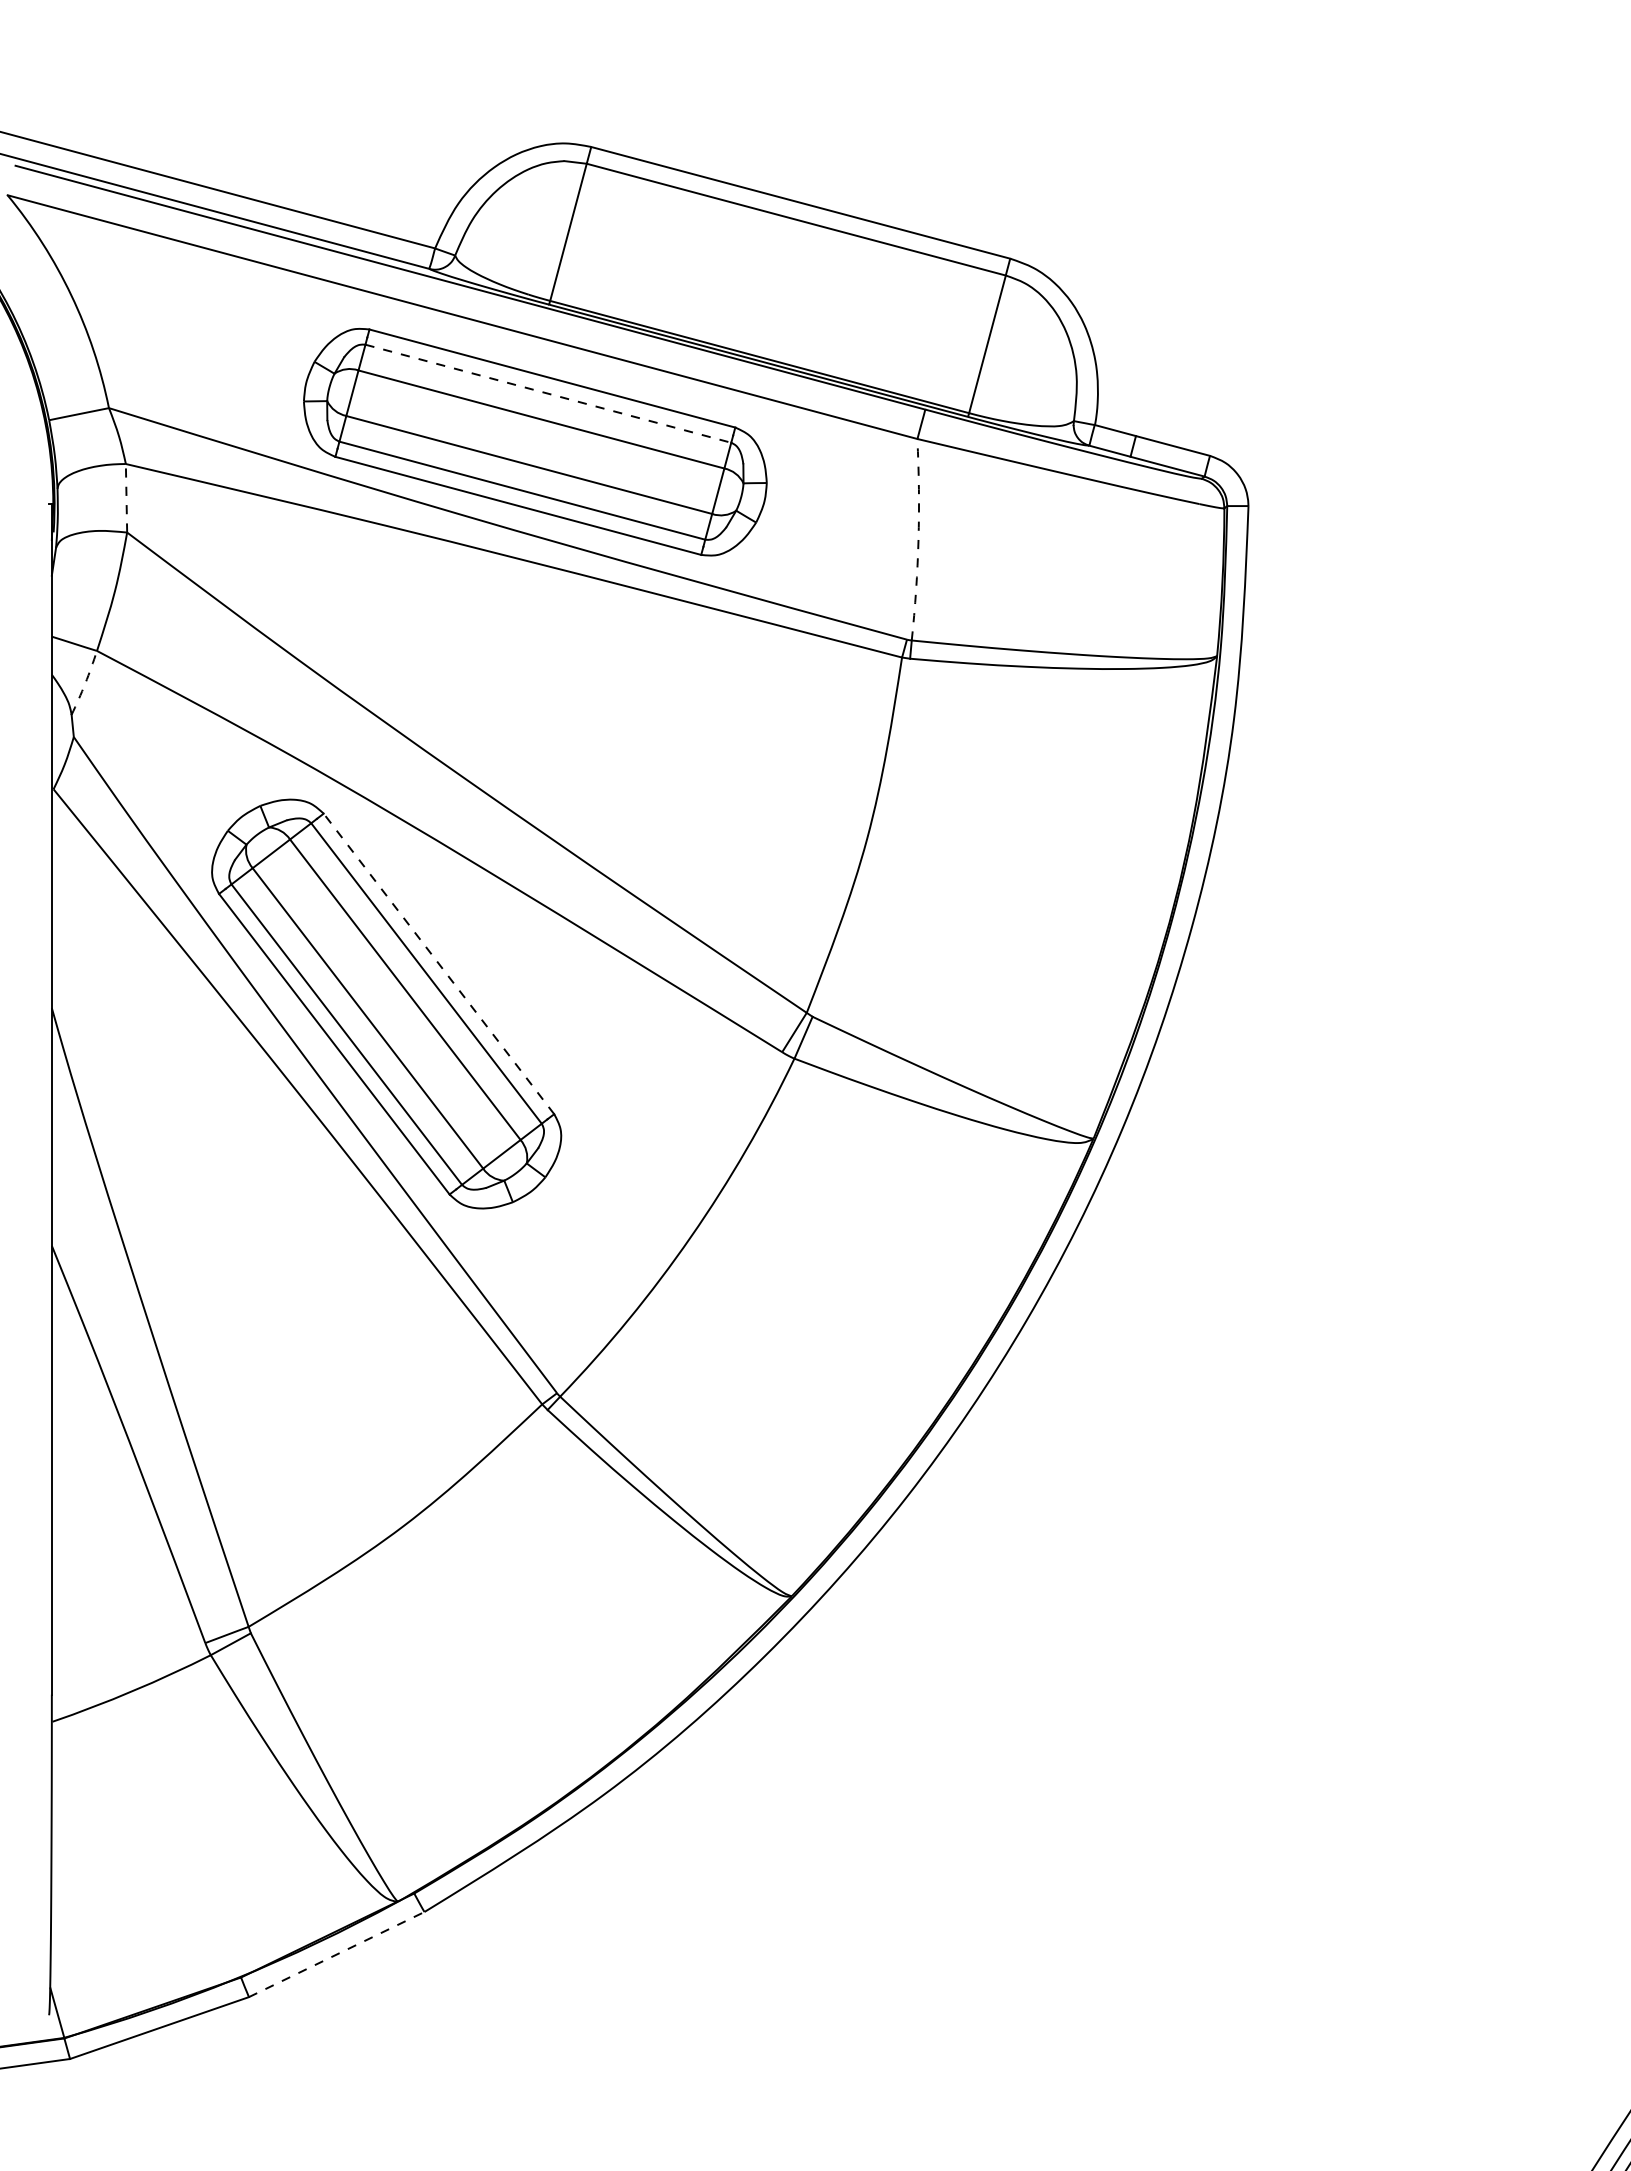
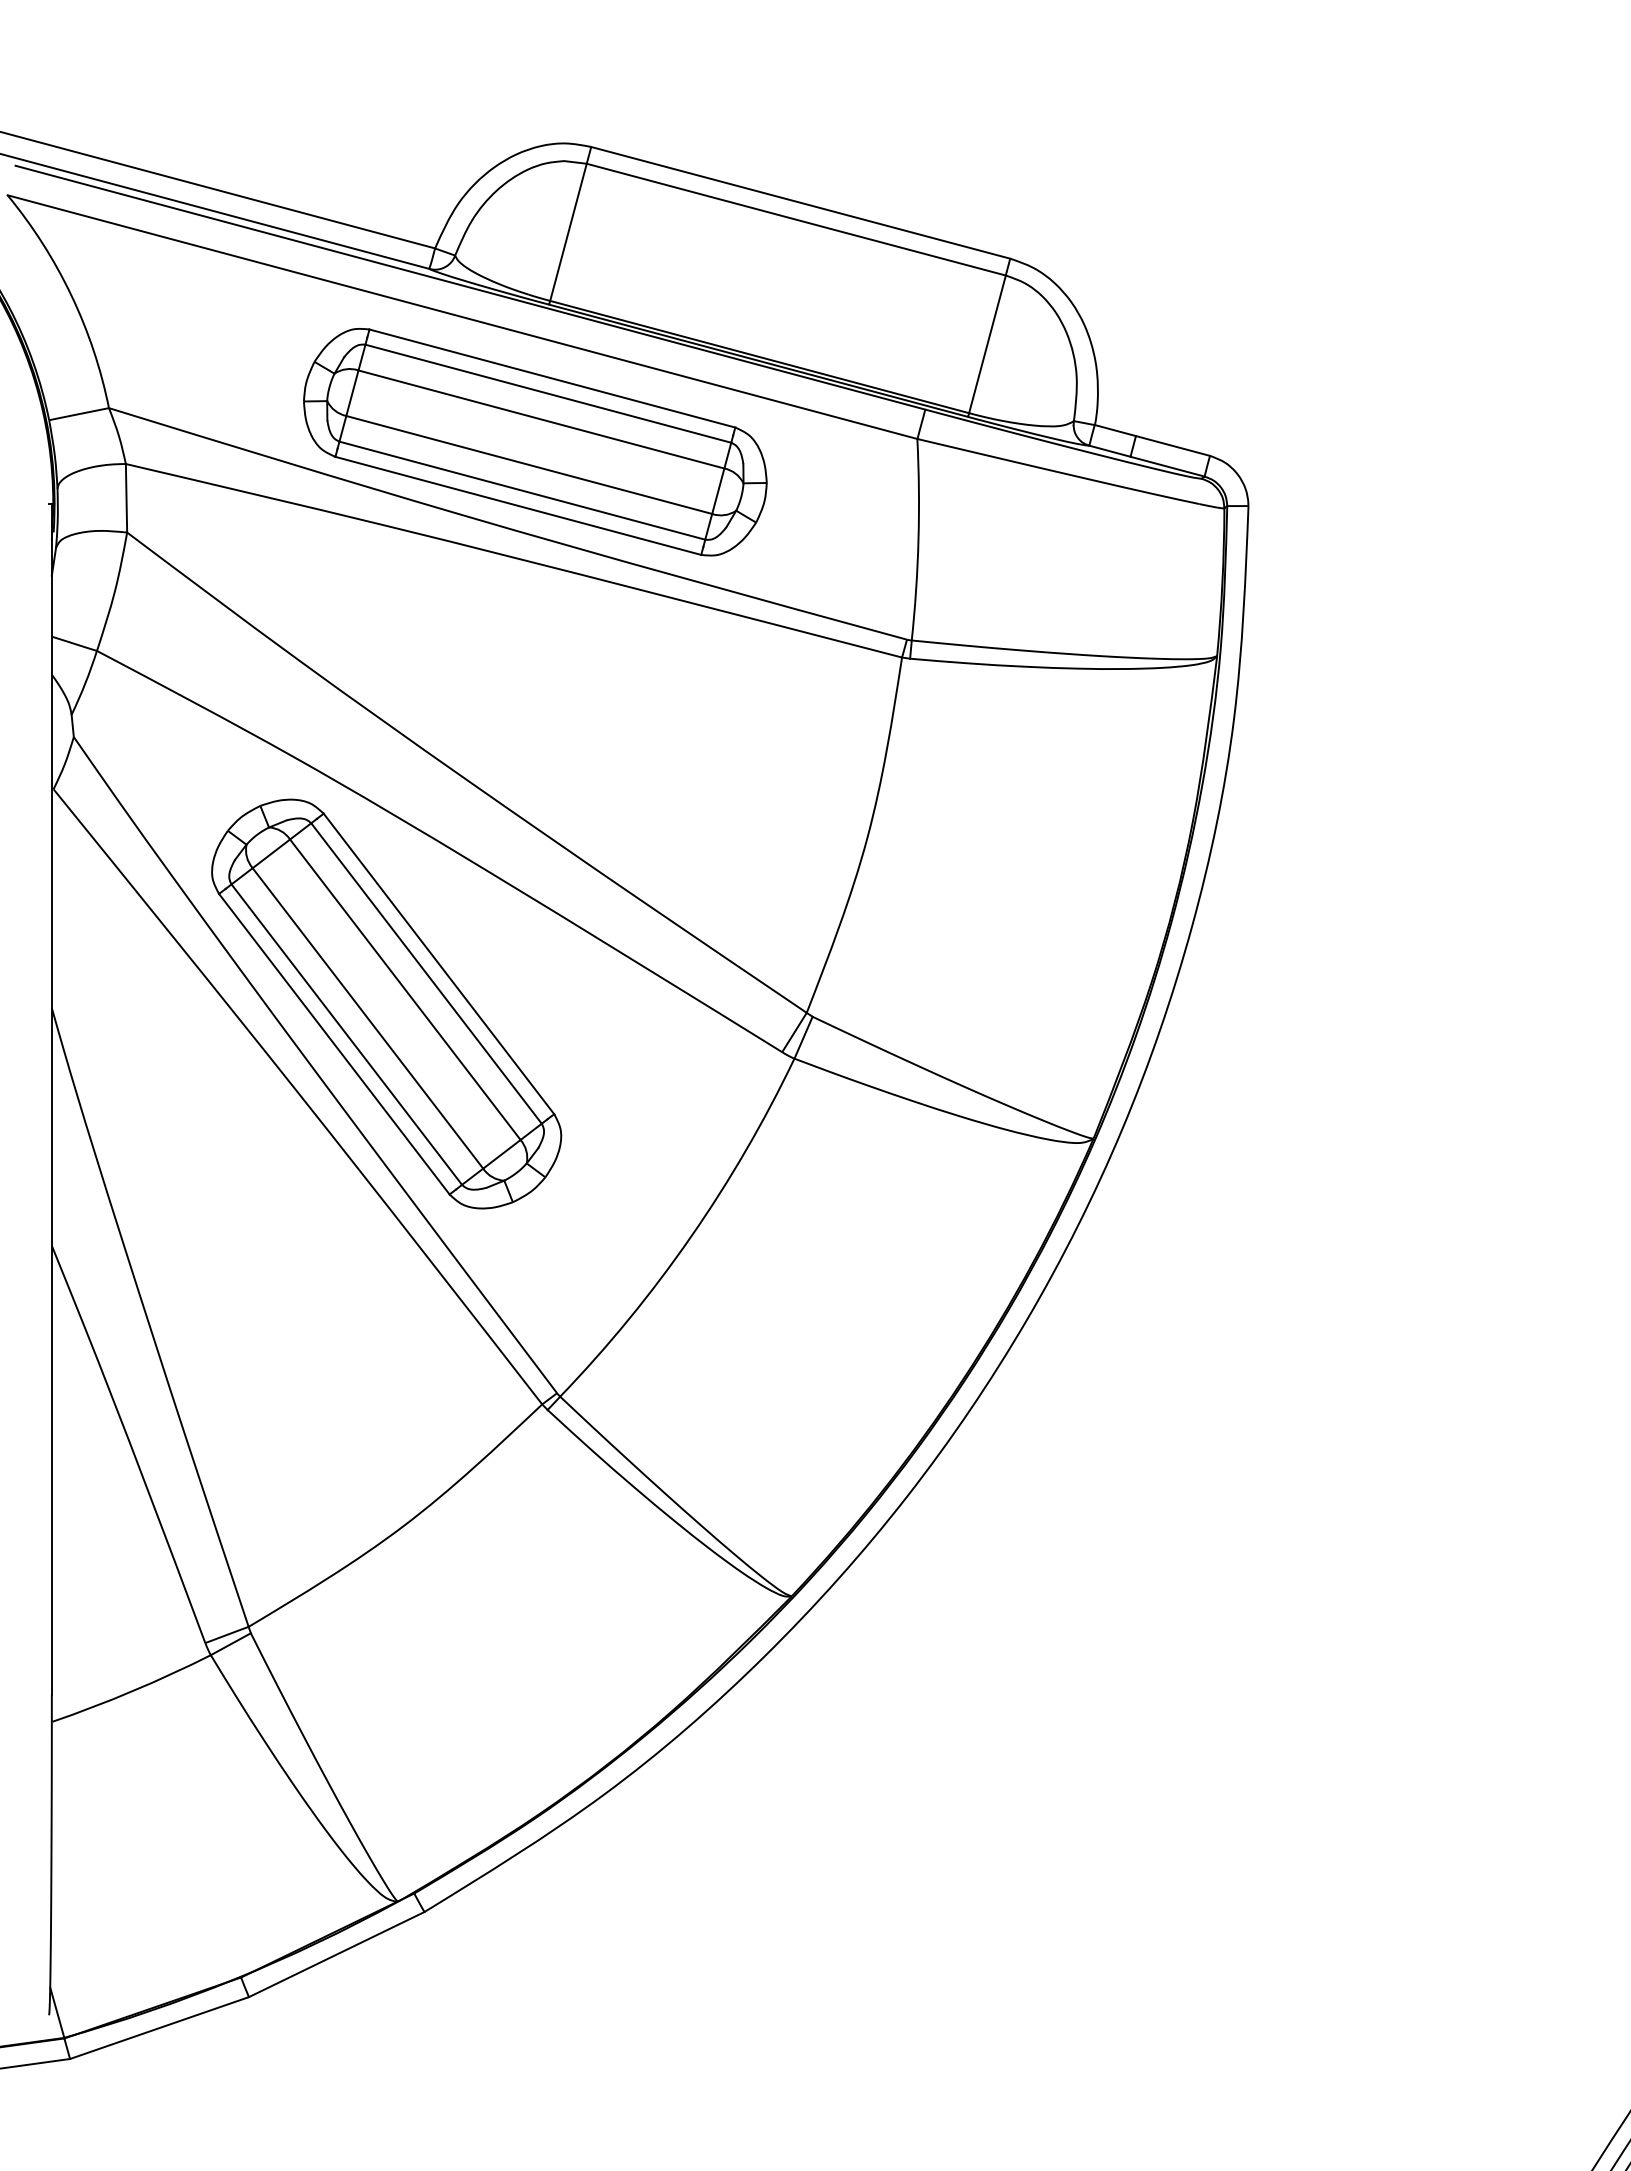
line at (548, 393): dashed -> solid
line at (126, 497): dashed -> solid
arc at (918, 539): dashed -> solid
arc at (85, 683): dashed -> solid
line at (438, 963): dashed -> solid
line at (336, 1954): dashed -> solid
